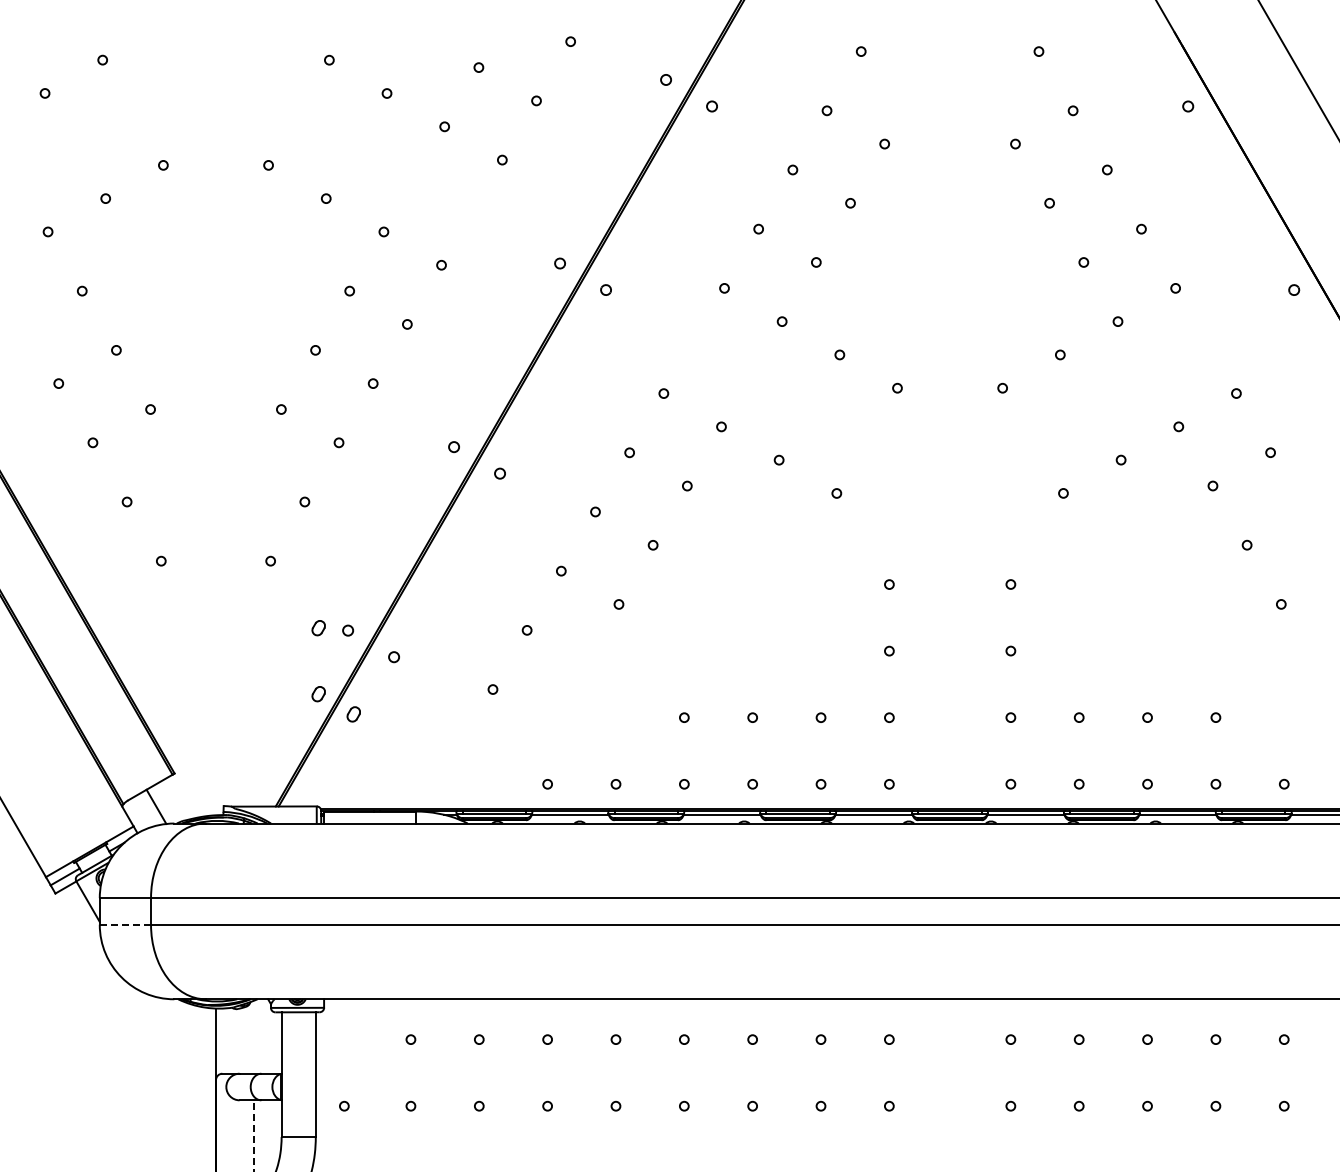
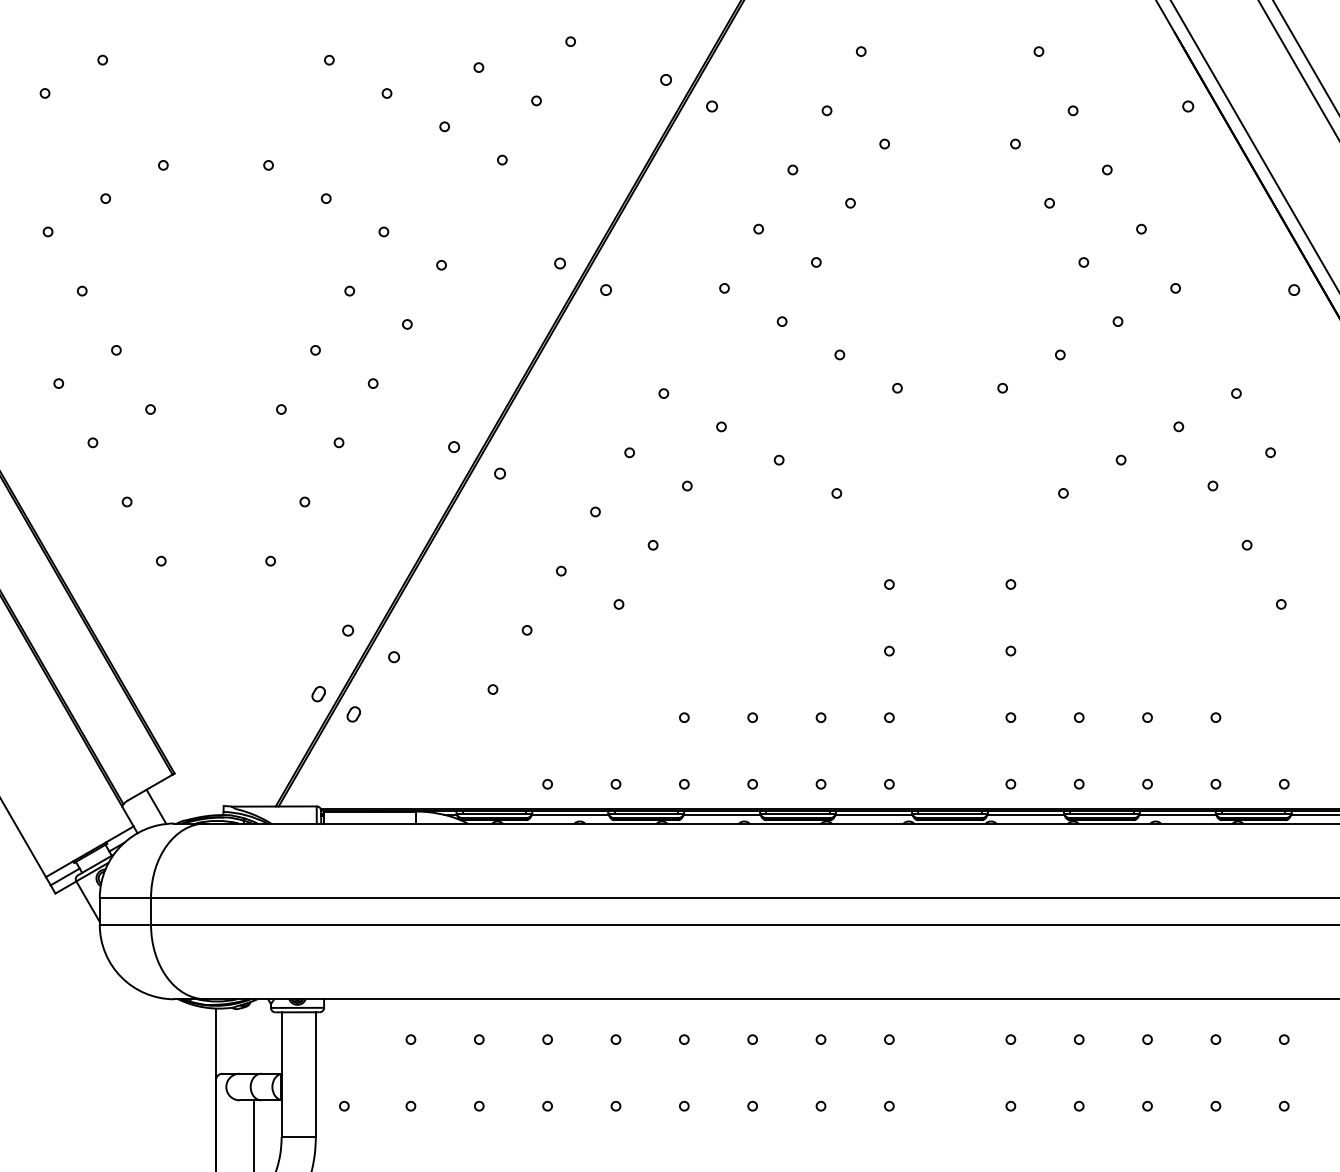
line at (1305, 56): none -> present
line at (1254, 144): none -> present
part at (318, 628): present -> none
line at (125, 924): dashed -> solid
line at (254, 1136): dashed -> solid
